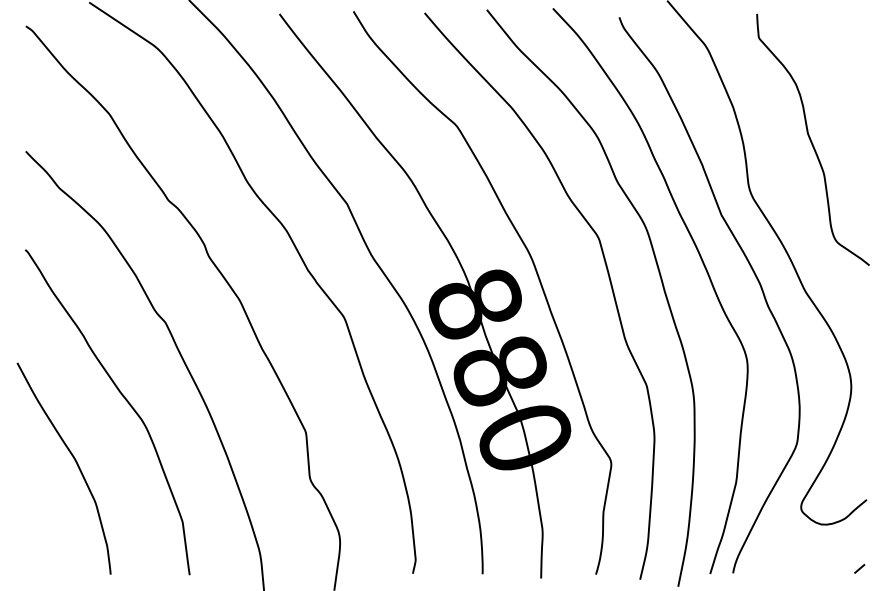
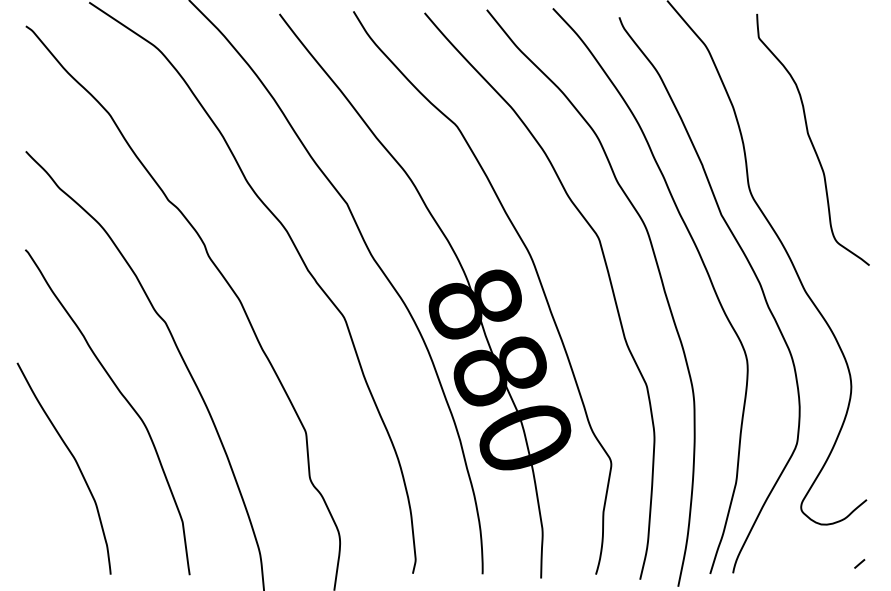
line at (859, 568) position: (859, 568) -> (859, 563)
